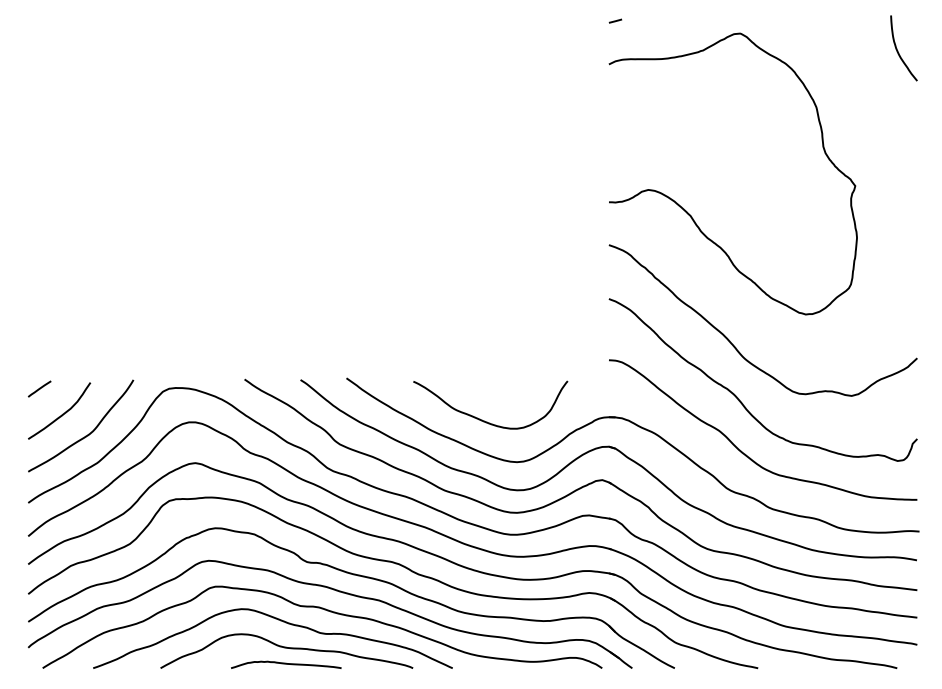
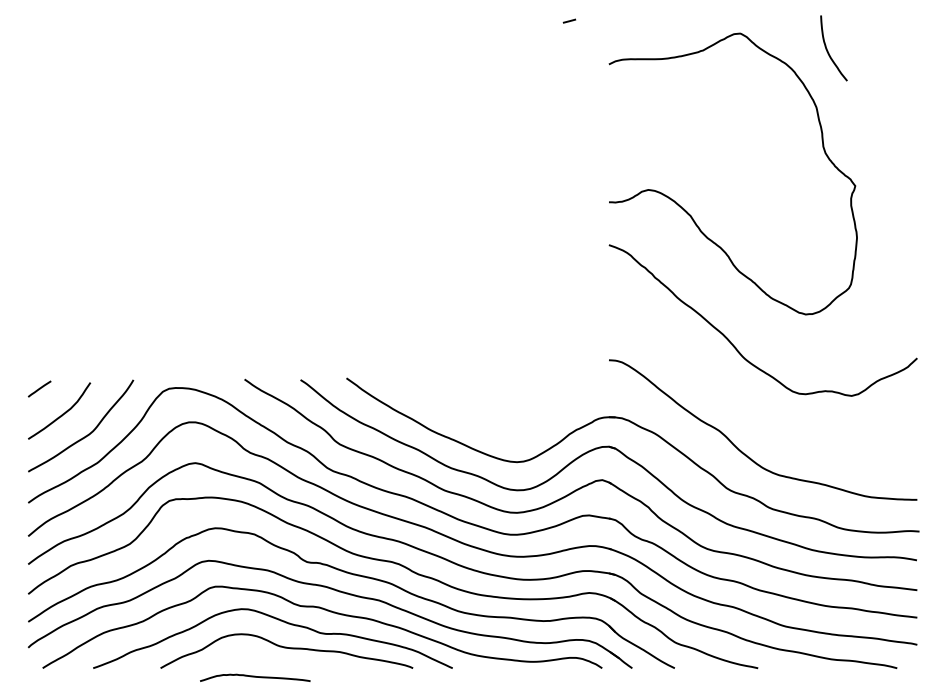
line at (615, 20) position: (615, 20) -> (569, 20)
curve at (898, 50) position: (898, 50) -> (828, 50)
curve at (738, 397): present -> none
curve at (482, 419): present -> none
curve at (286, 664) position: (286, 664) -> (255, 677)
